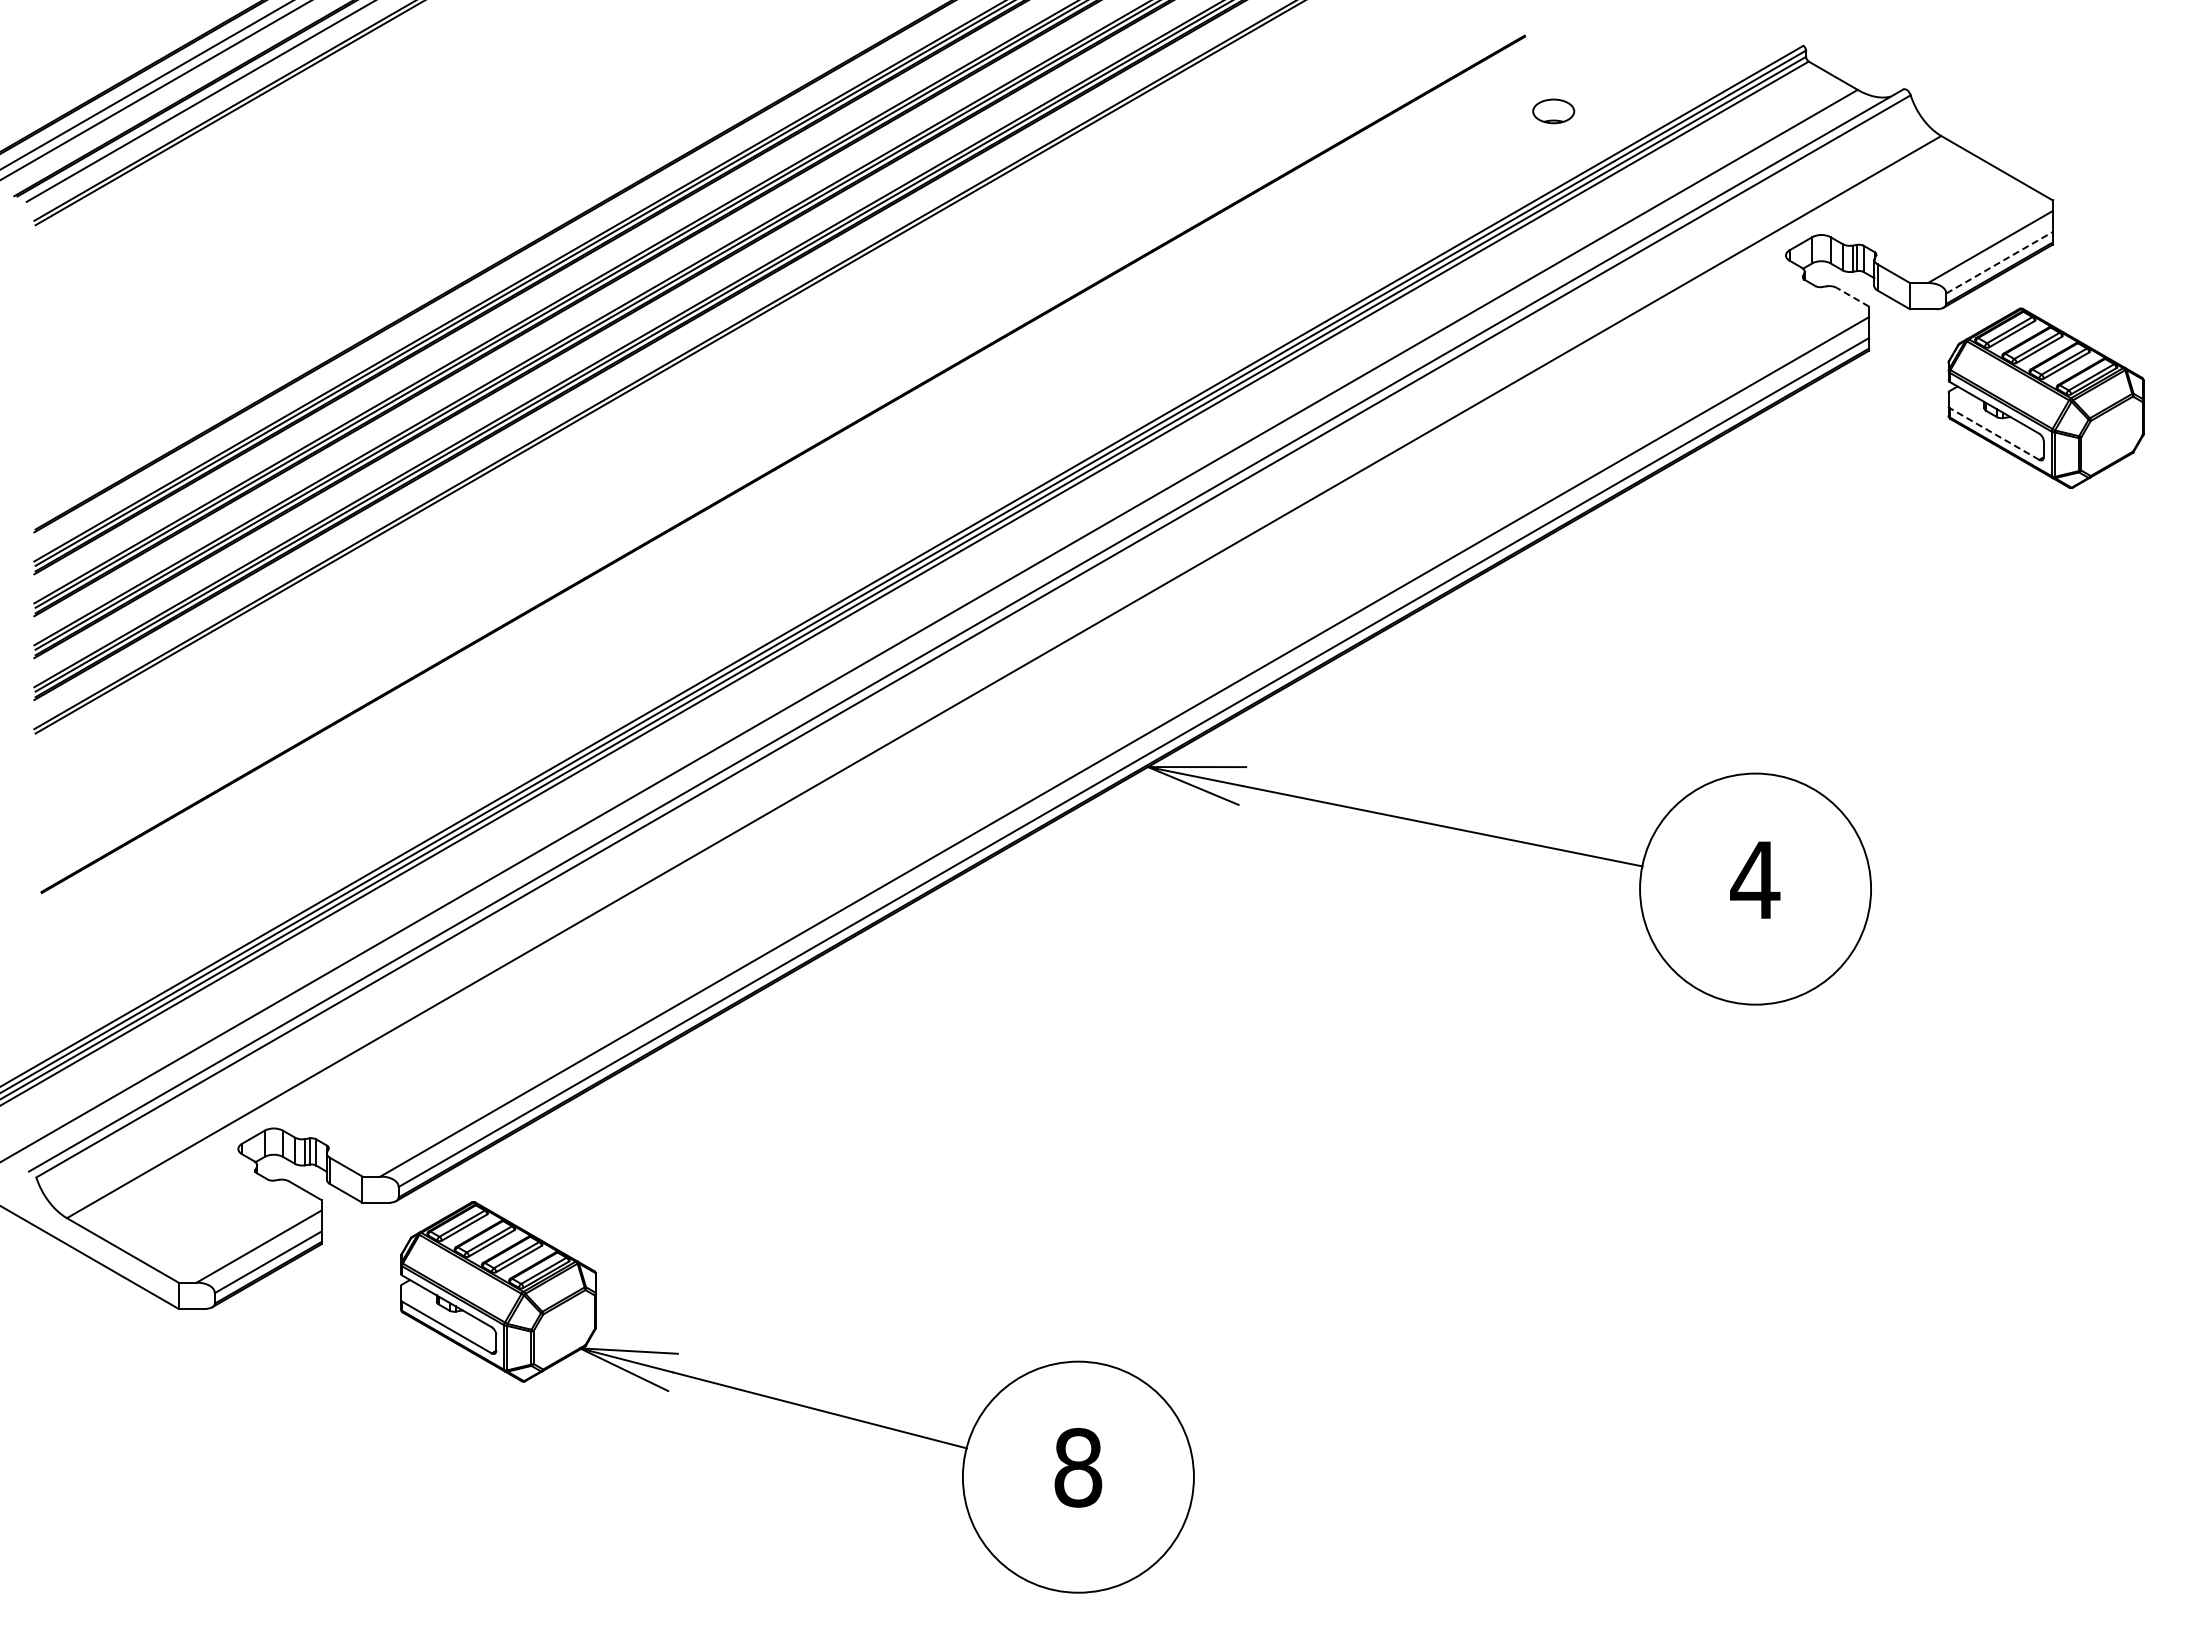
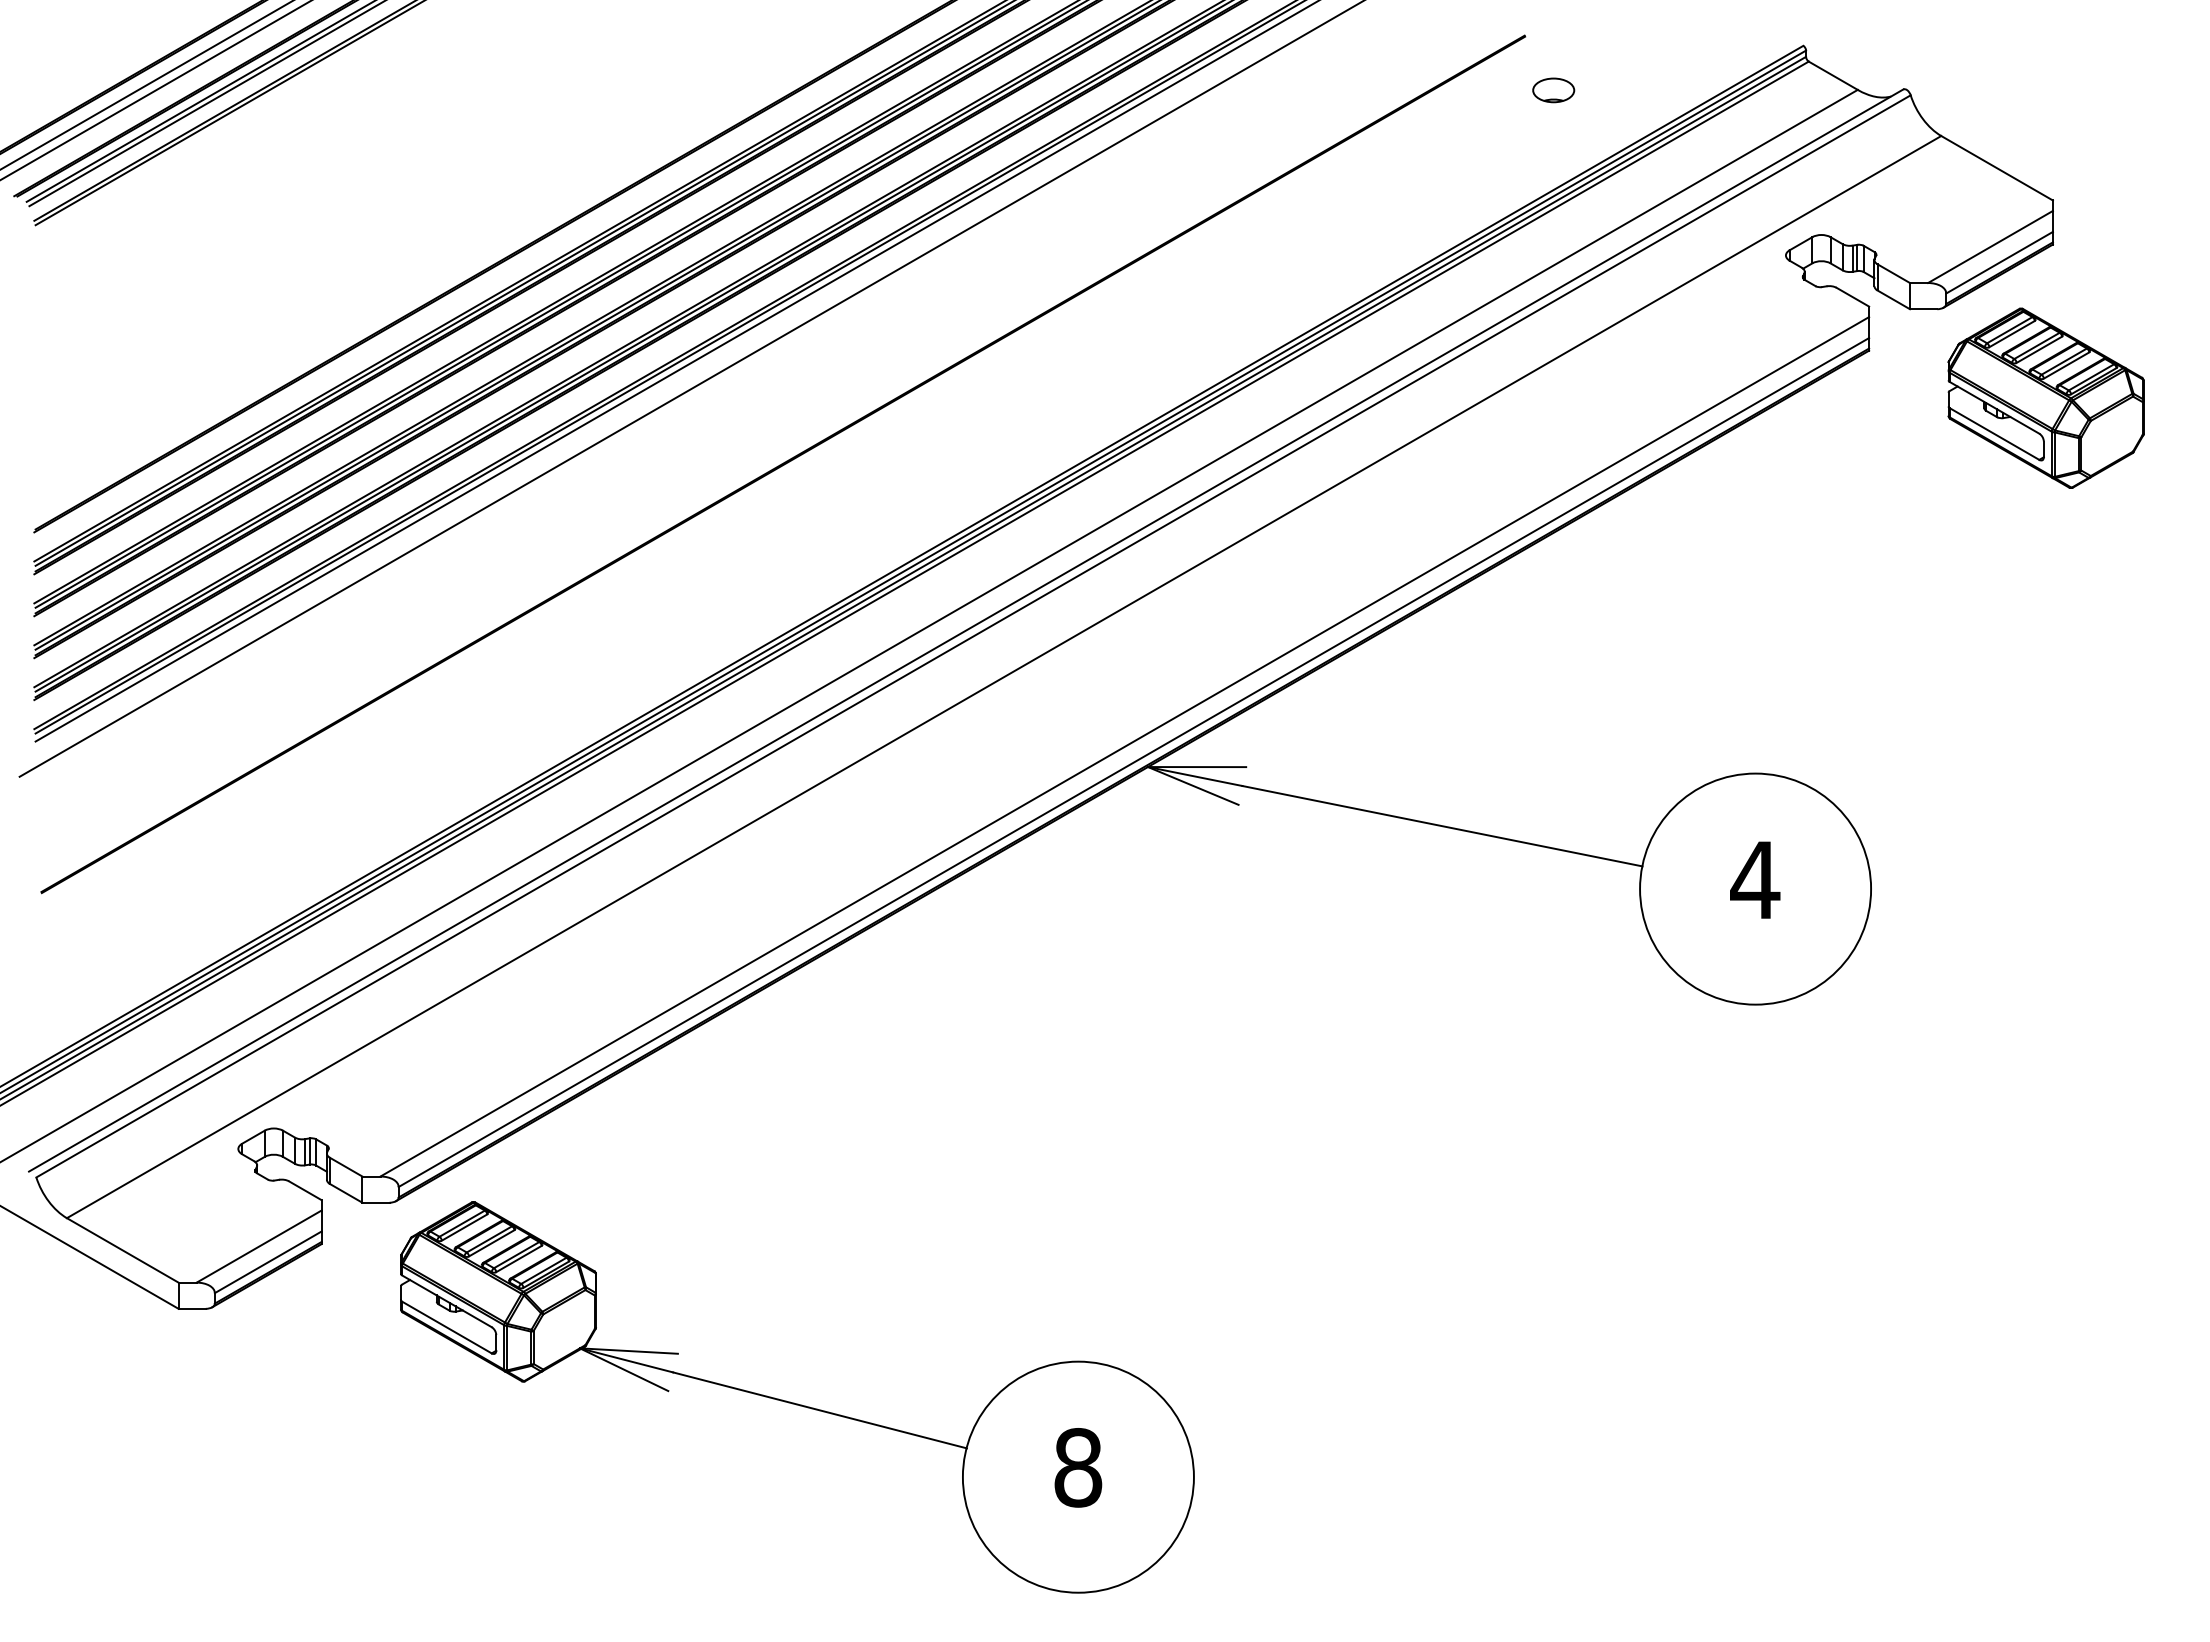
line at (205, 104): none -> present
part at (1553, 111) position: (1553, 111) -> (1553, 90)
line at (1999, 262): dashed -> solid
line at (1852, 297): dashed -> solid
line at (675, 371): none -> present
line at (690, 389): none -> present
line at (1994, 434): dashed -> solid
